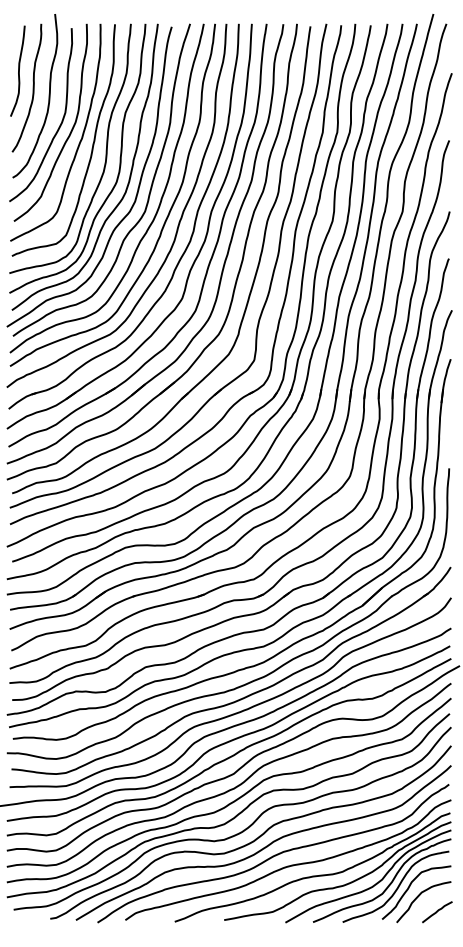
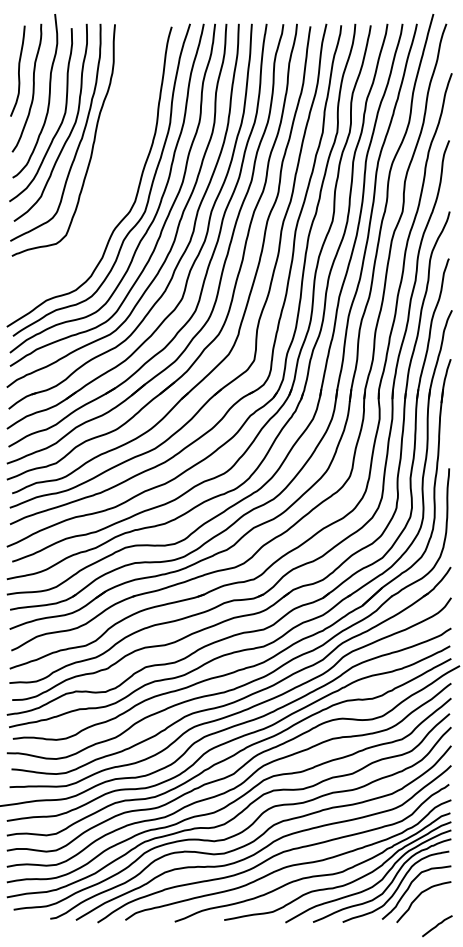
part at (102, 171): present -> none
line at (437, 912) position: (437, 912) -> (437, 926)
